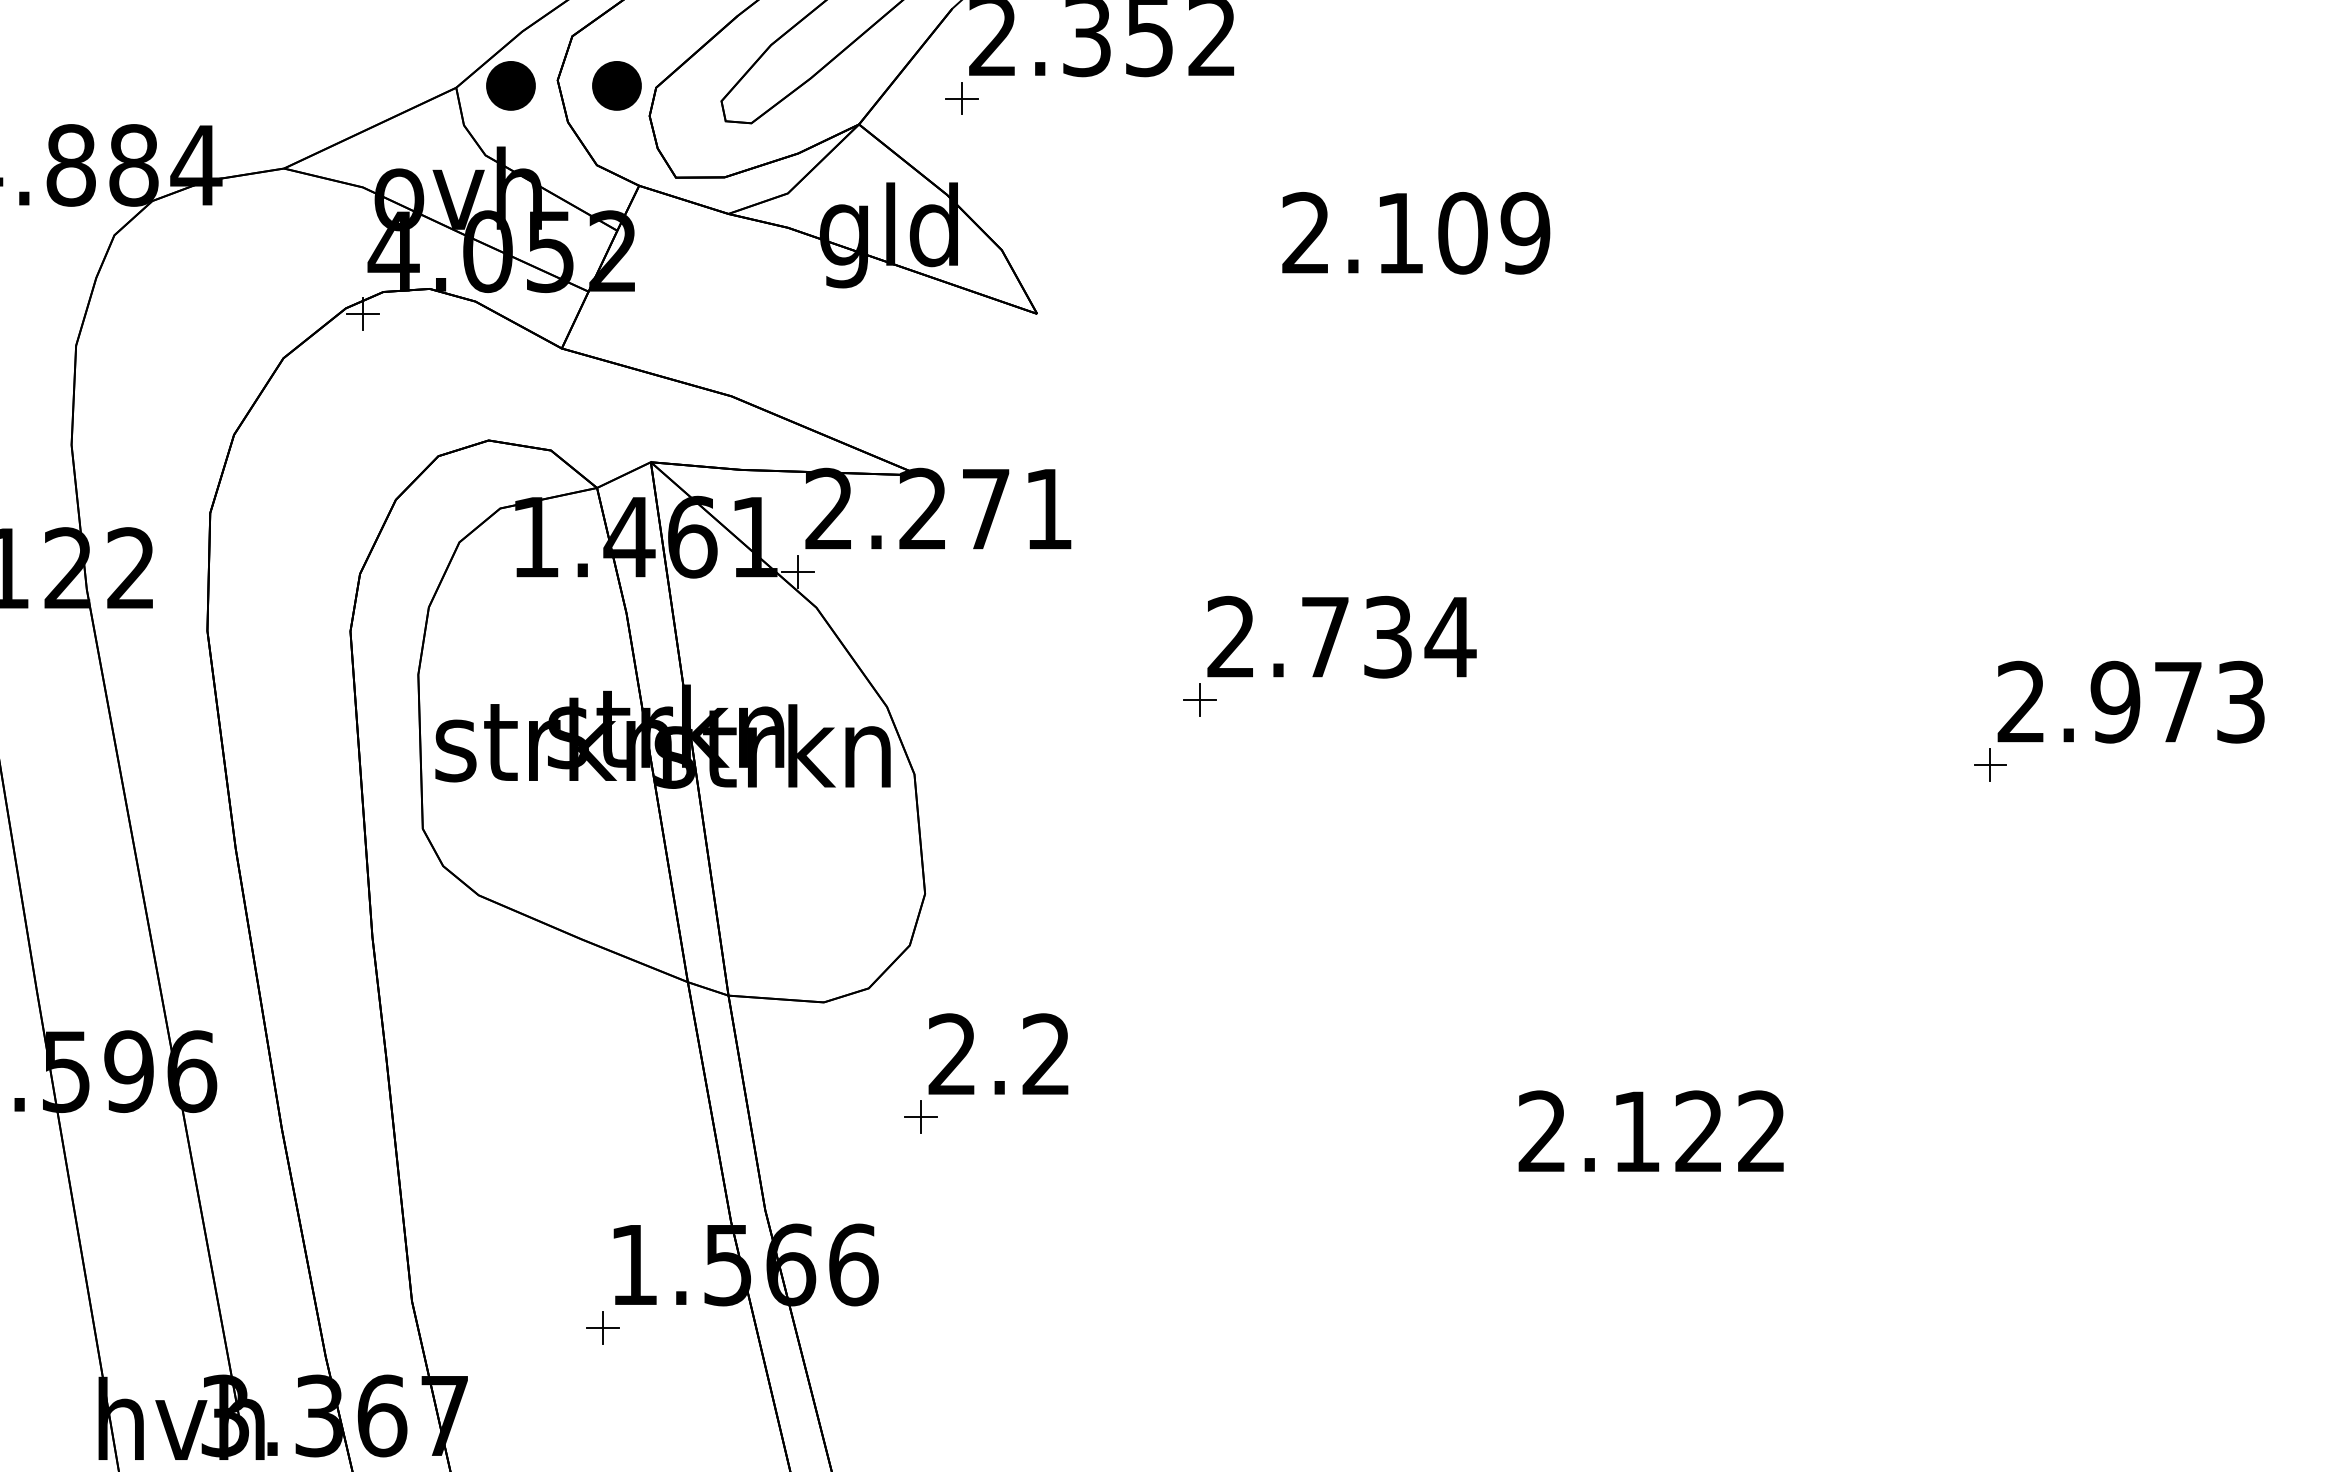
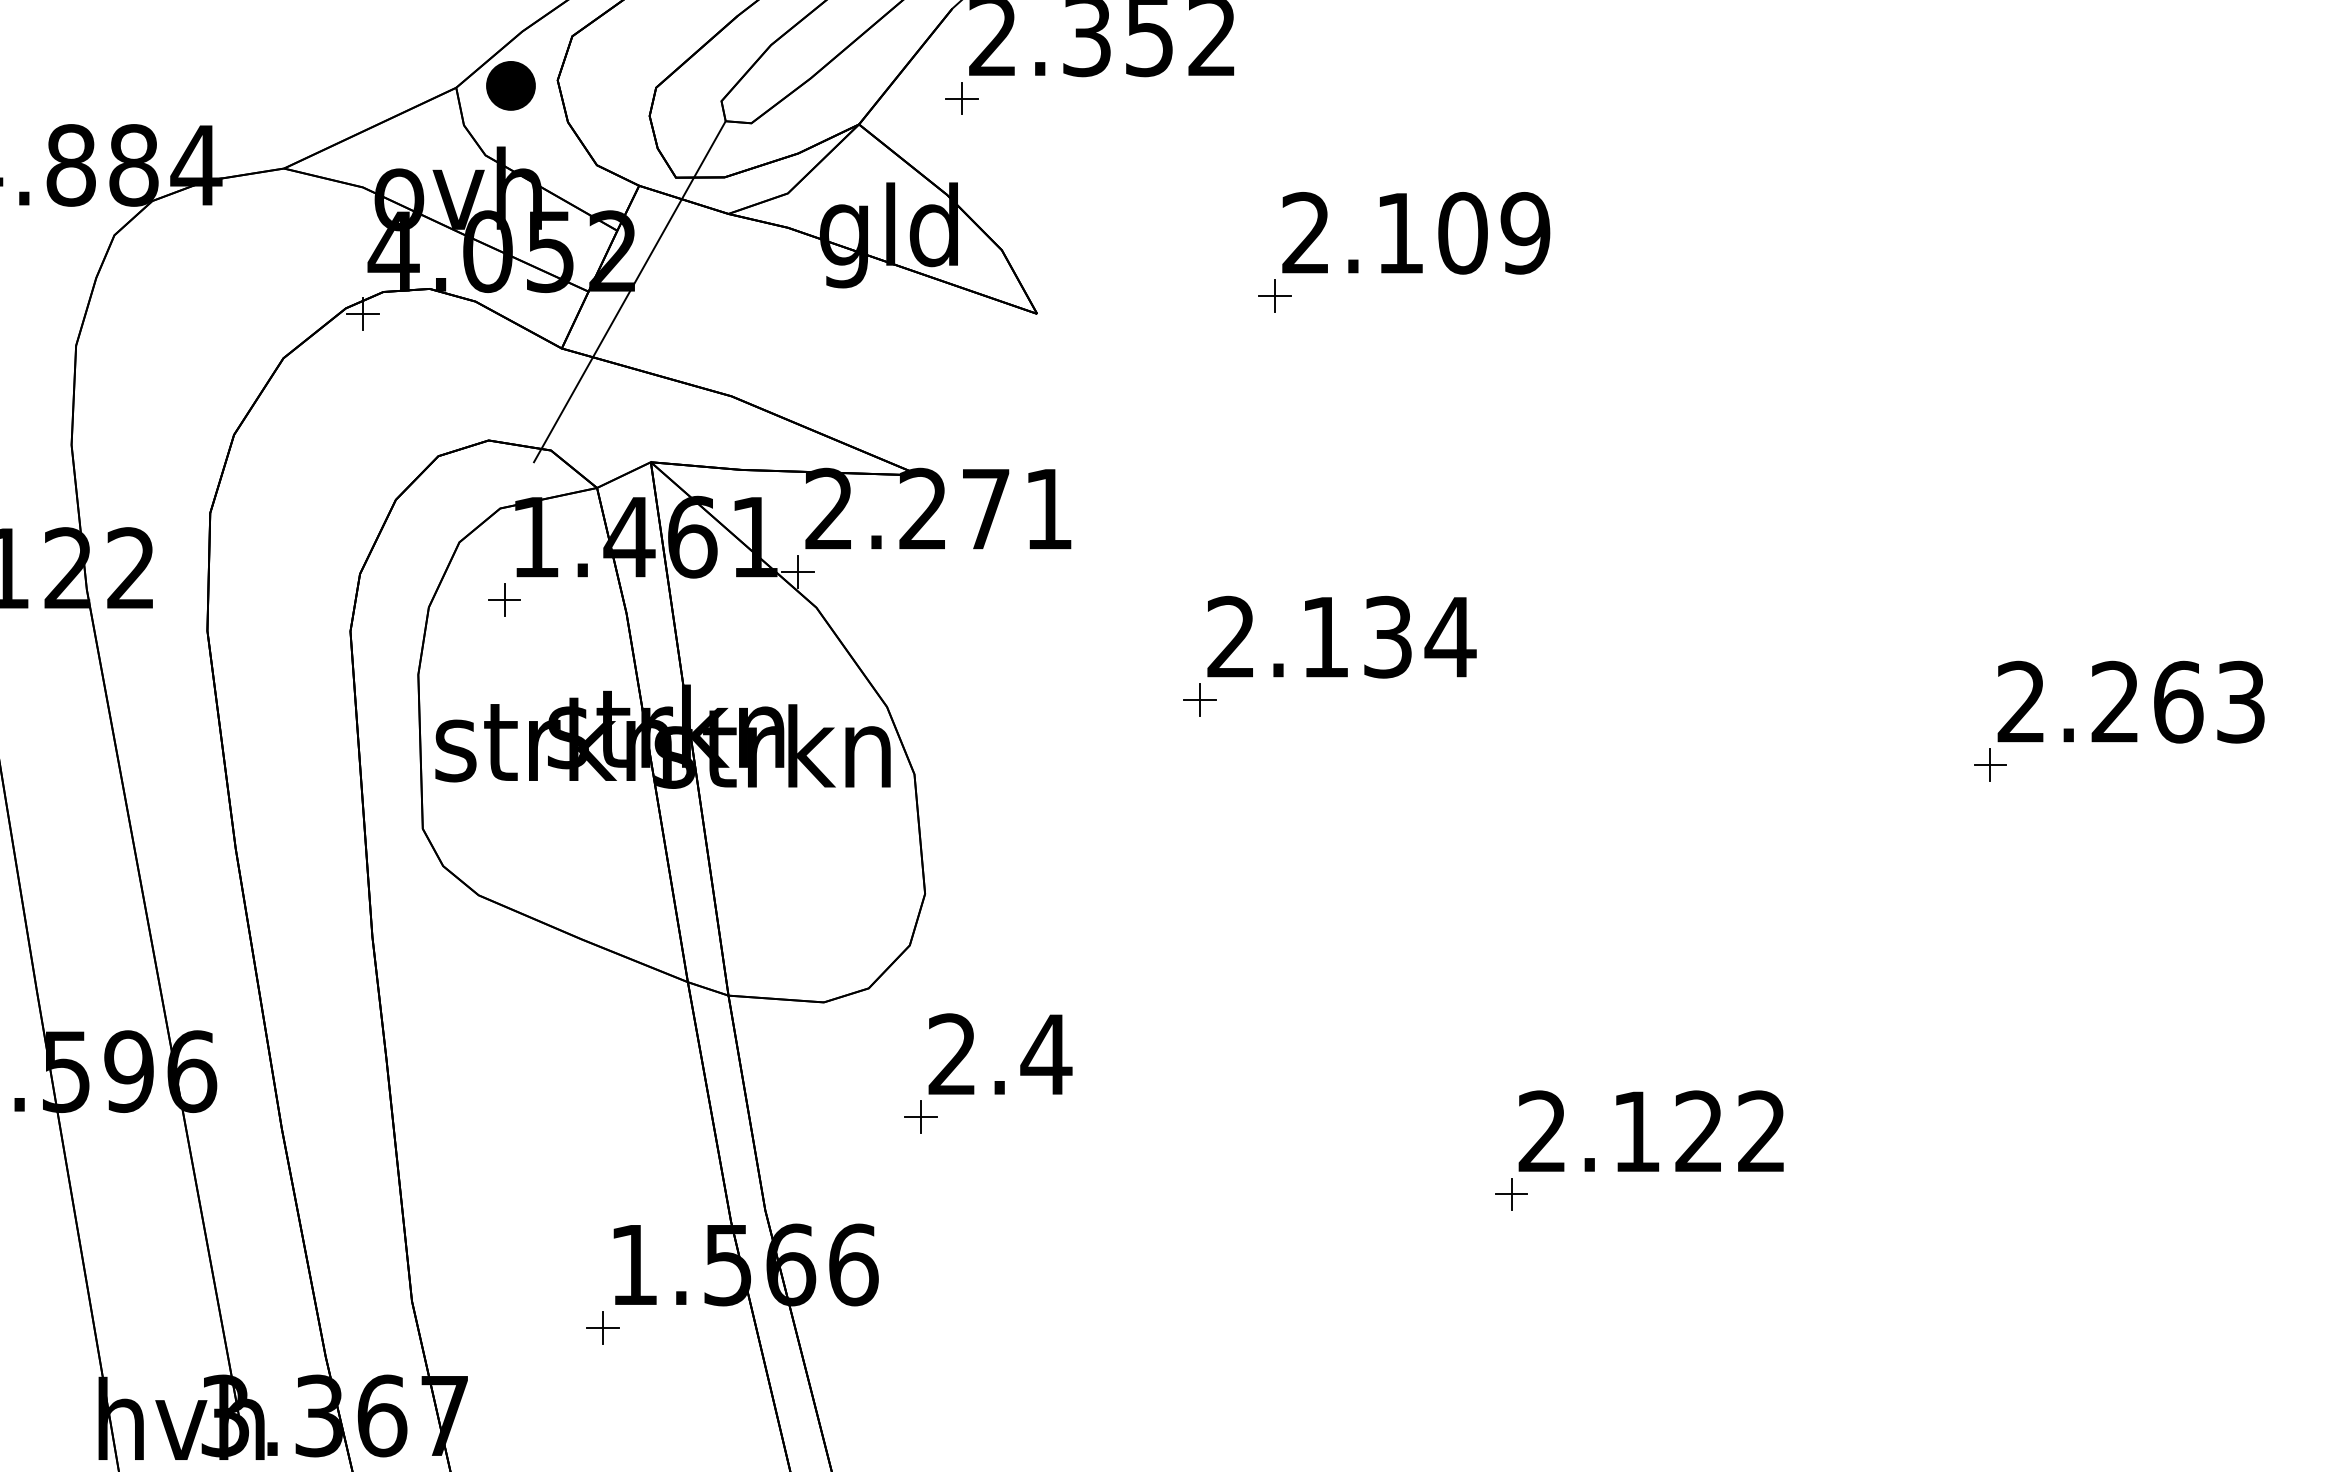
part at (616, 85): present -> none
line at (629, 291): none -> present
part at (1274, 295): none -> present
part at (504, 599): none -> present
text at (1325, 637): 2.734 -> 2.134
text at (2146, 701): 2.973 -> 2.263
text at (1046, 1053): 2.2 -> 2.4
part at (1511, 1194): none -> present
